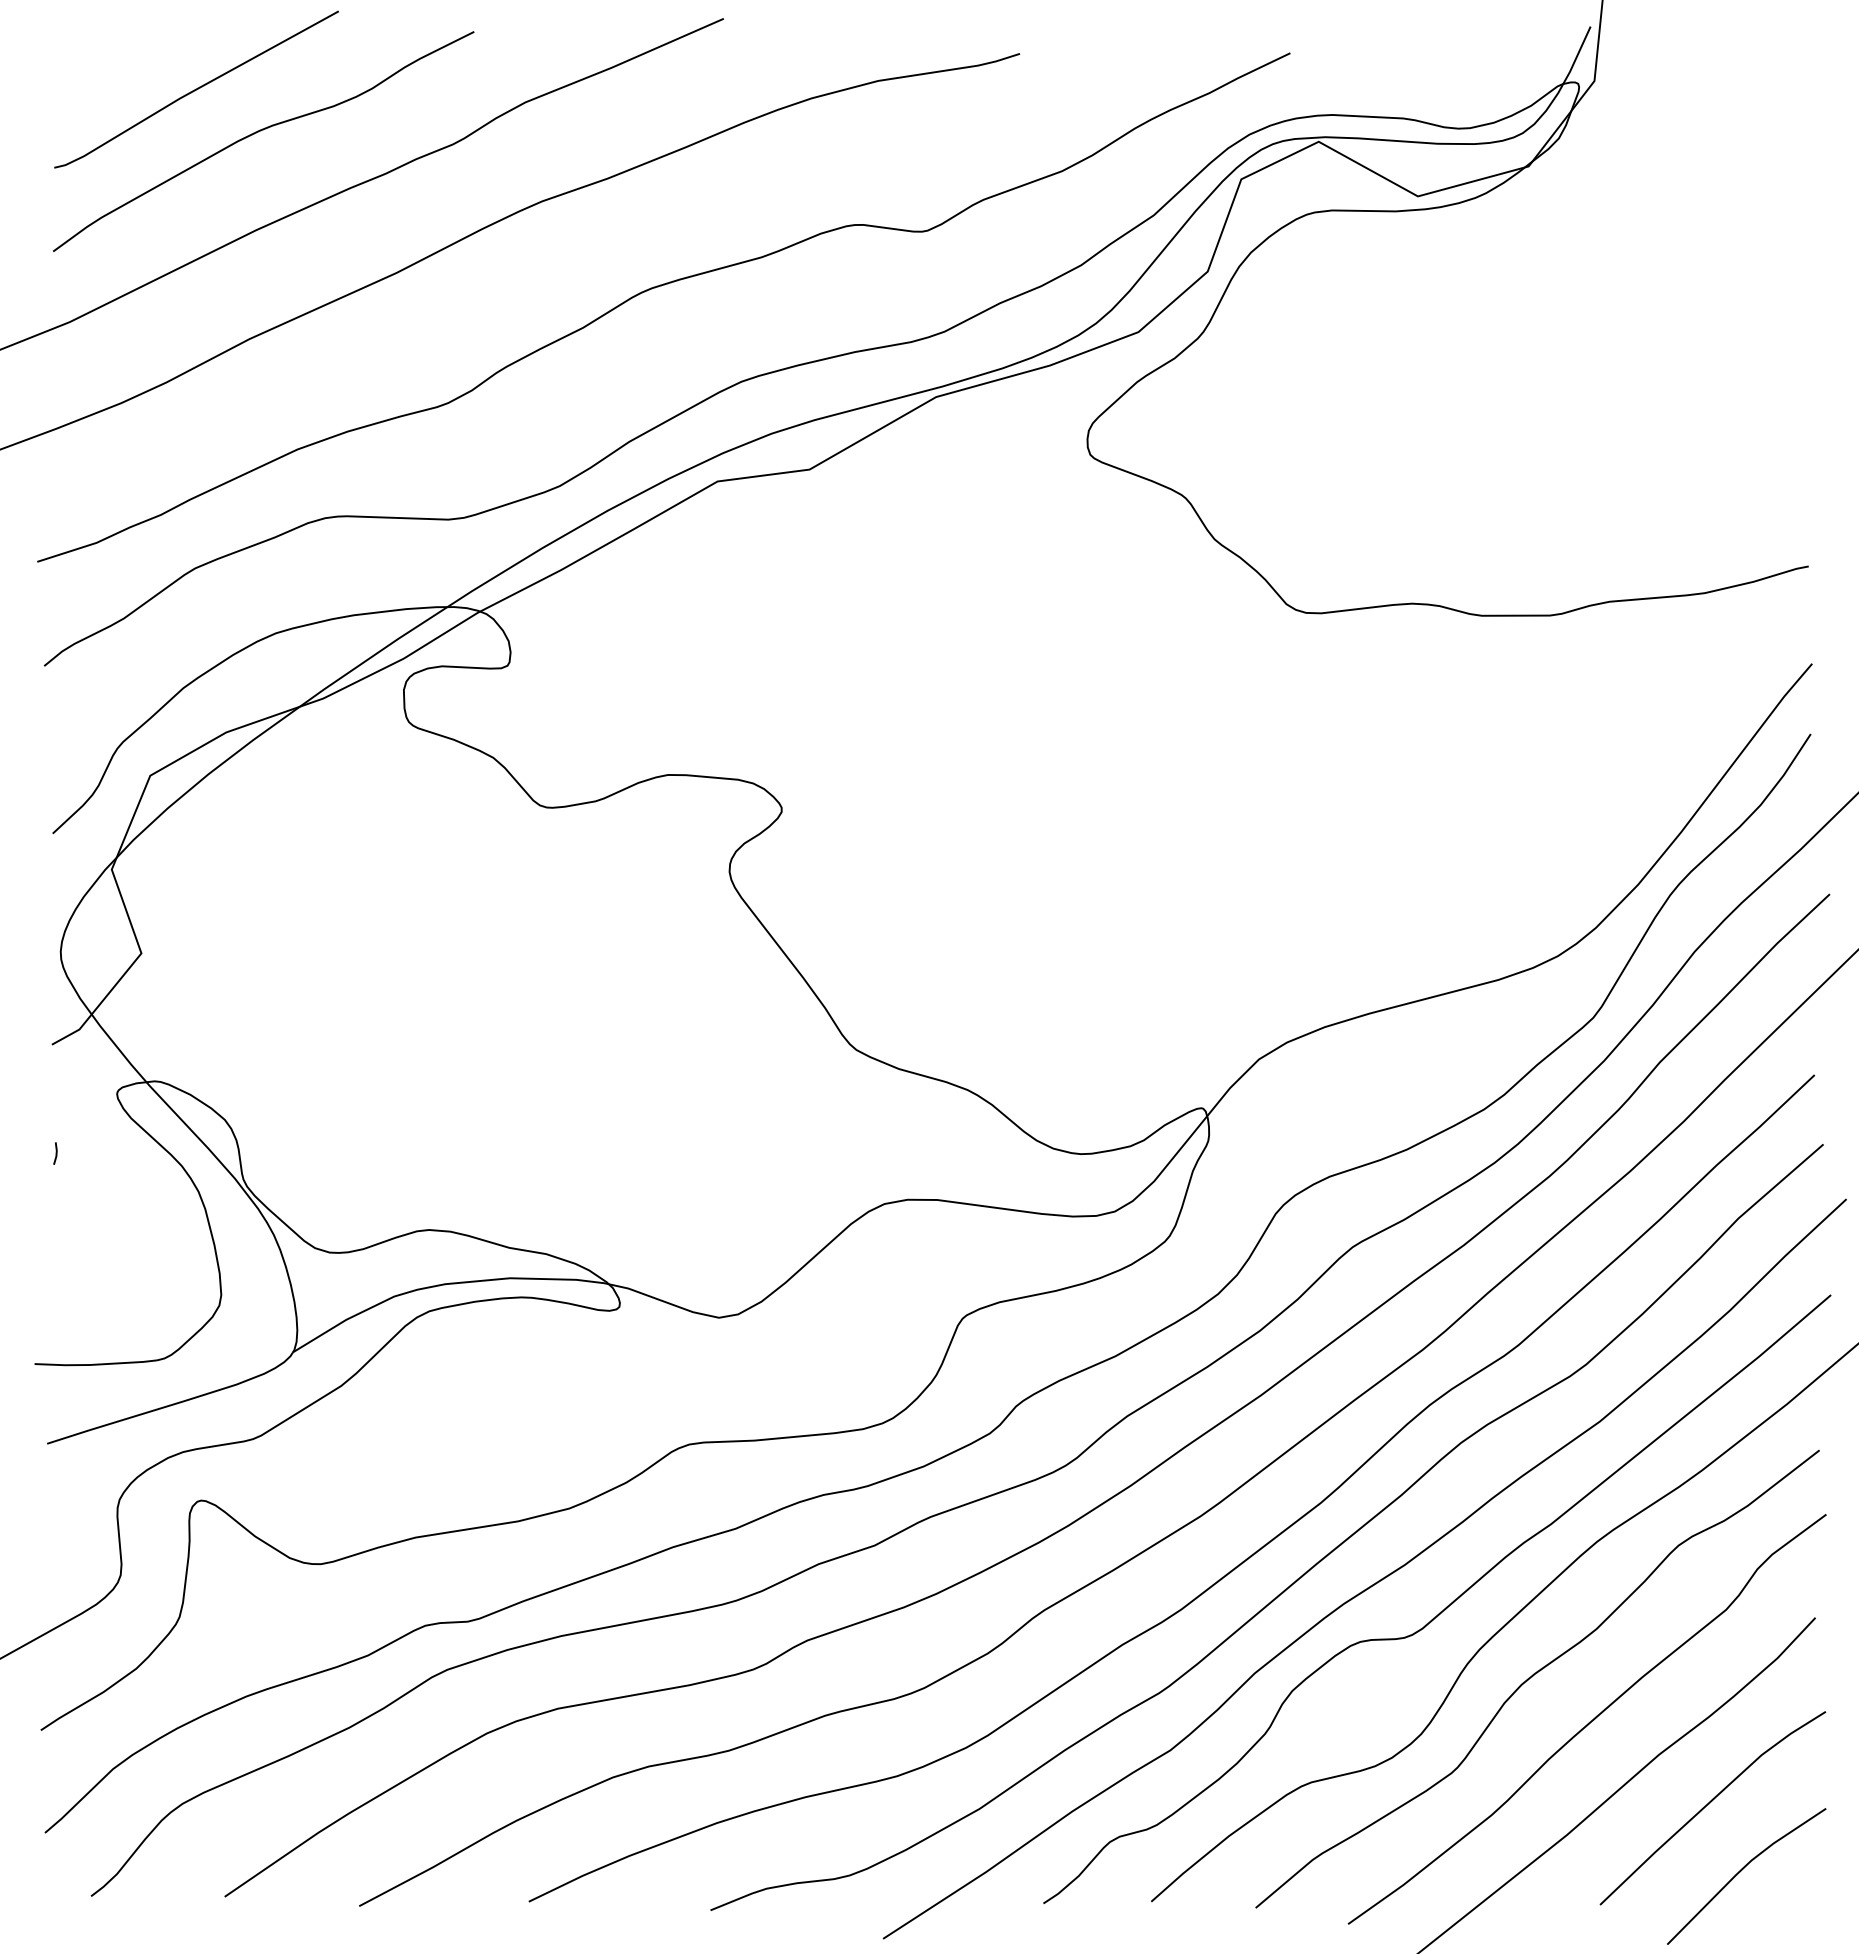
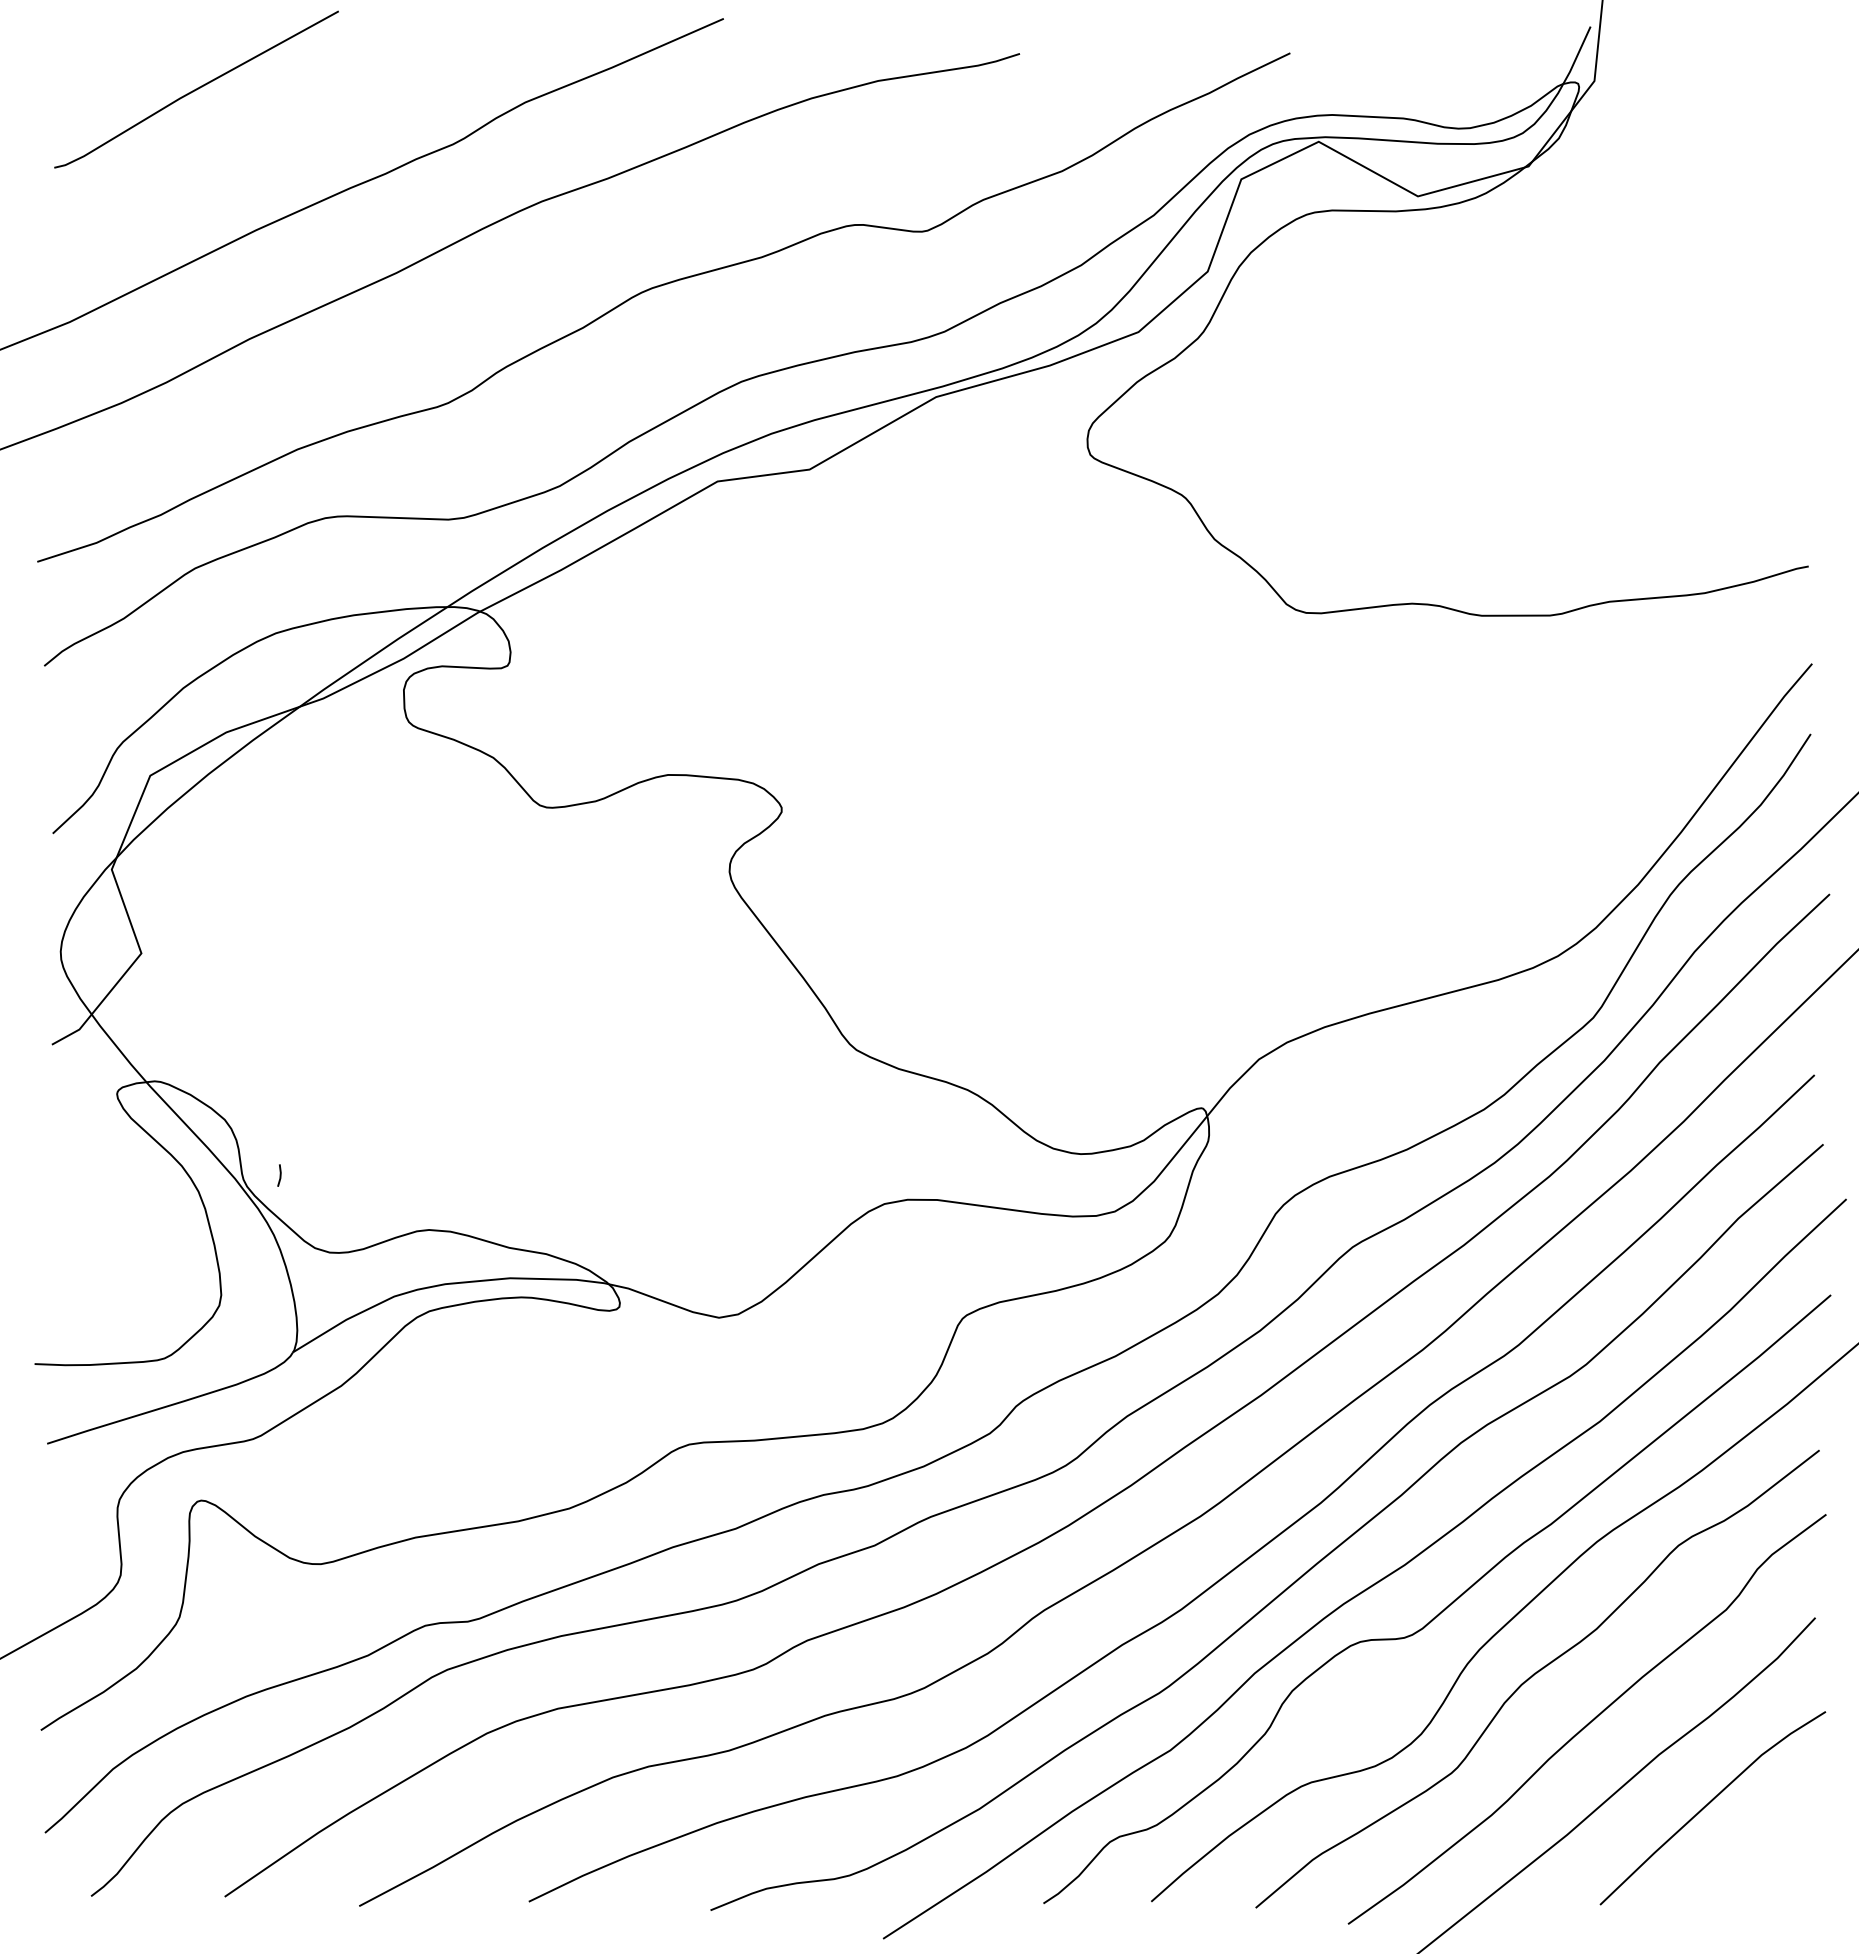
curve at (261, 131): present -> none
line at (55, 1153) position: (55, 1153) -> (279, 1175)
line at (1741, 1871): present -> none
